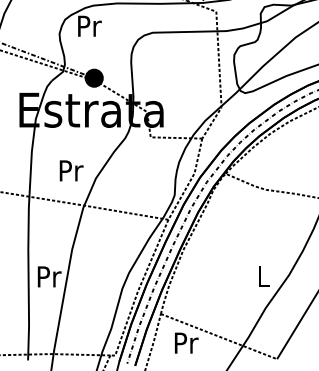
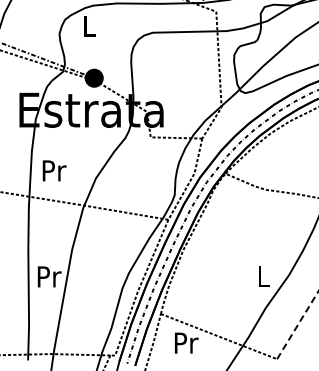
text at (89, 25): Pr -> L
text at (71, 170) position: (71, 170) -> (54, 170)
line at (298, 324): solid -> dashed
